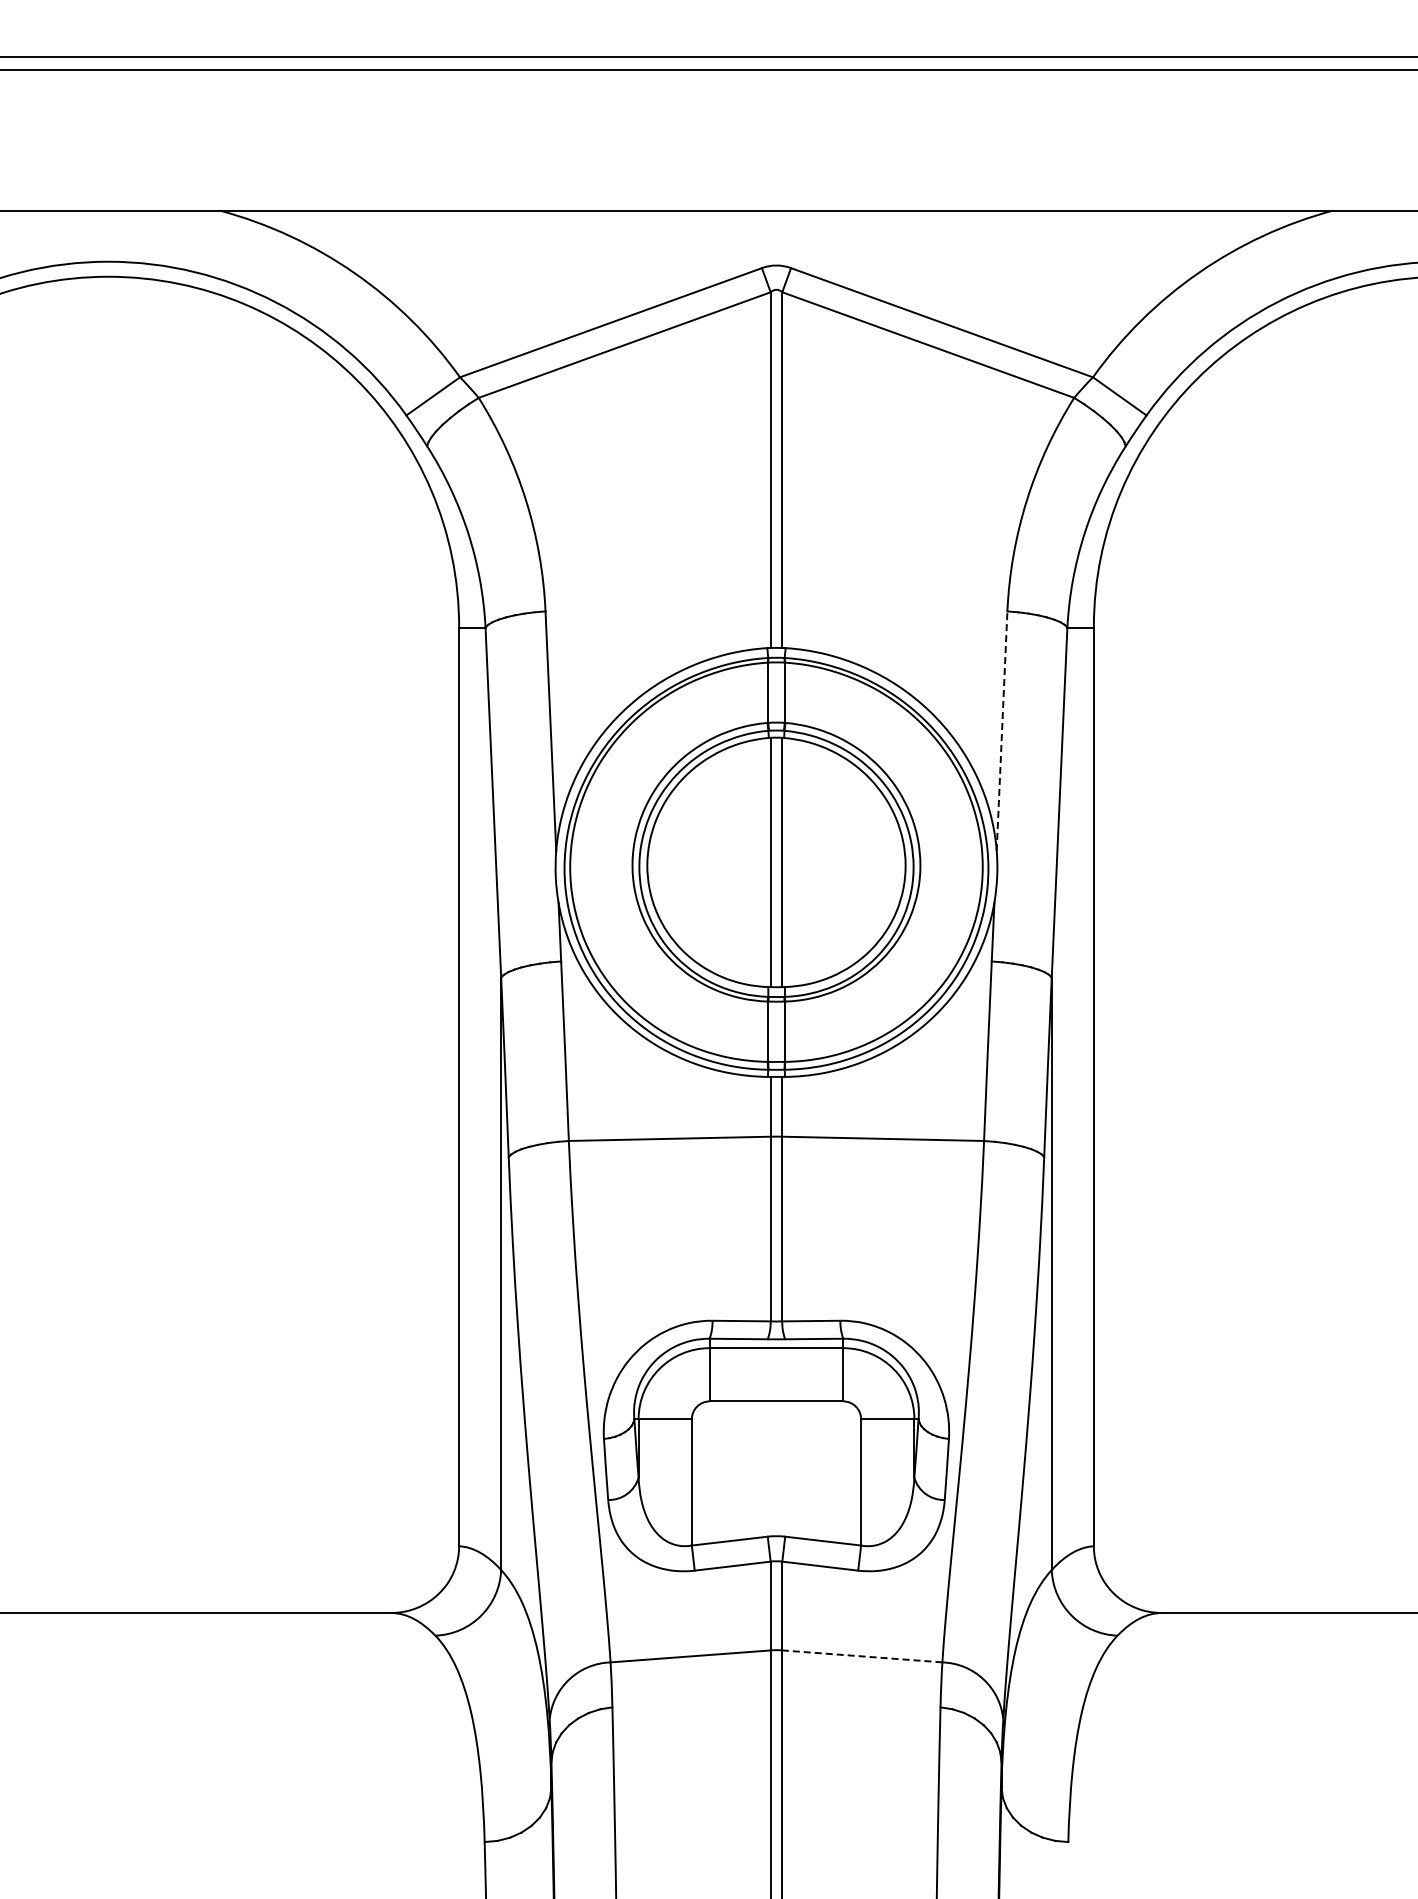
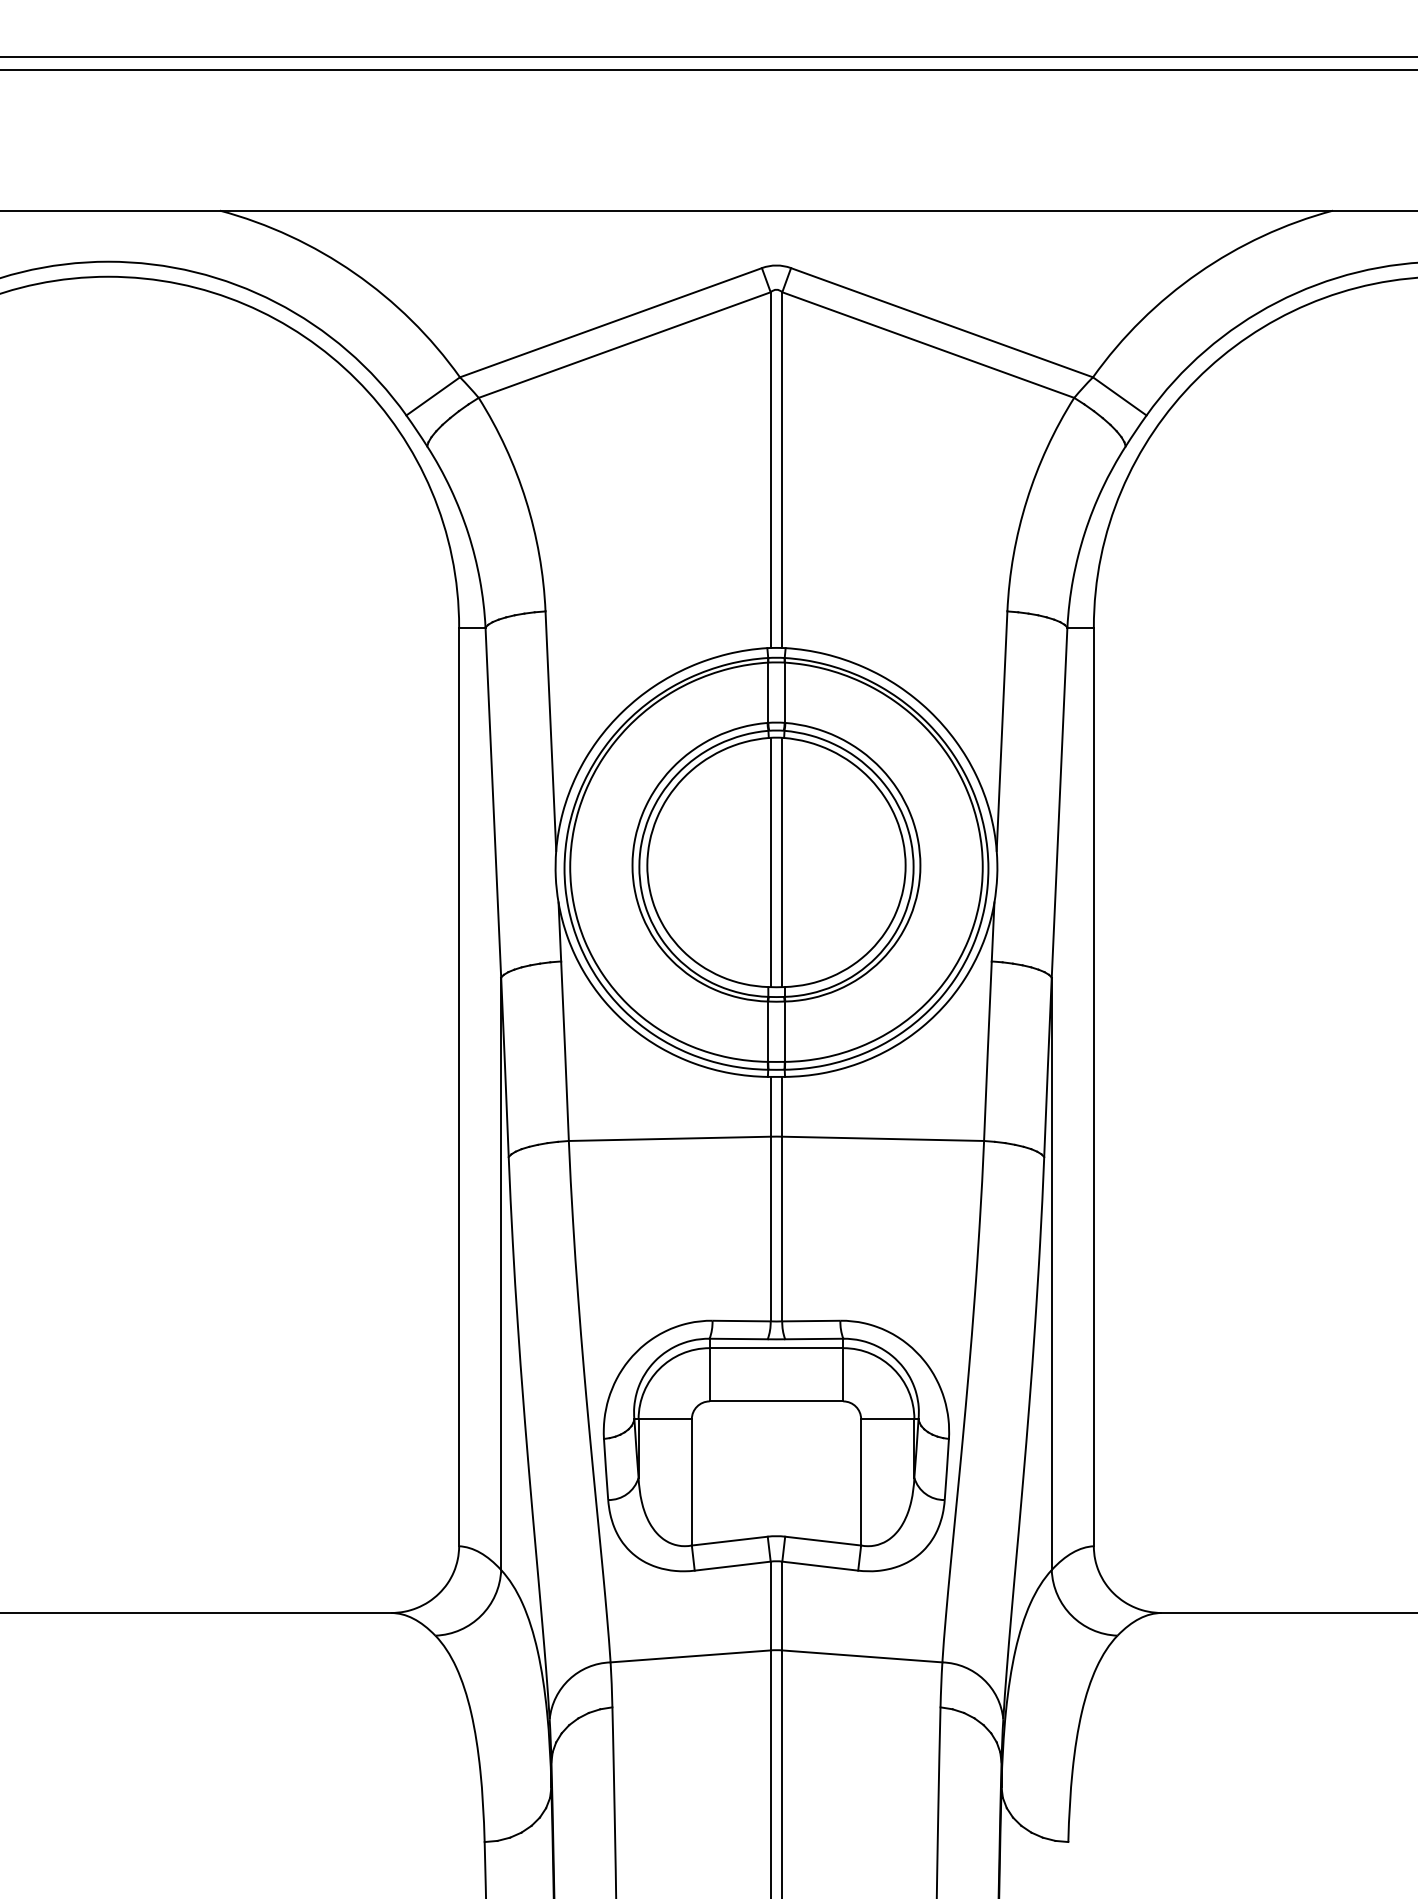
line at (1002, 731): dashed -> solid
line at (861, 1656): dashed -> solid
